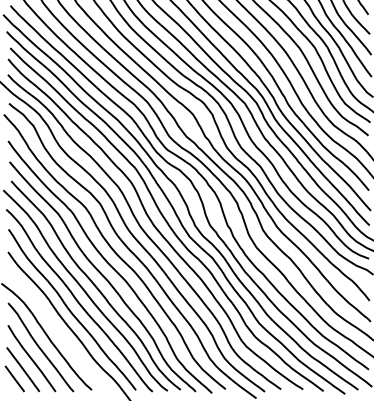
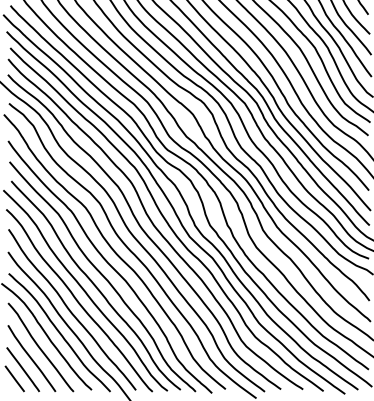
curve at (59, 332): none -> present
